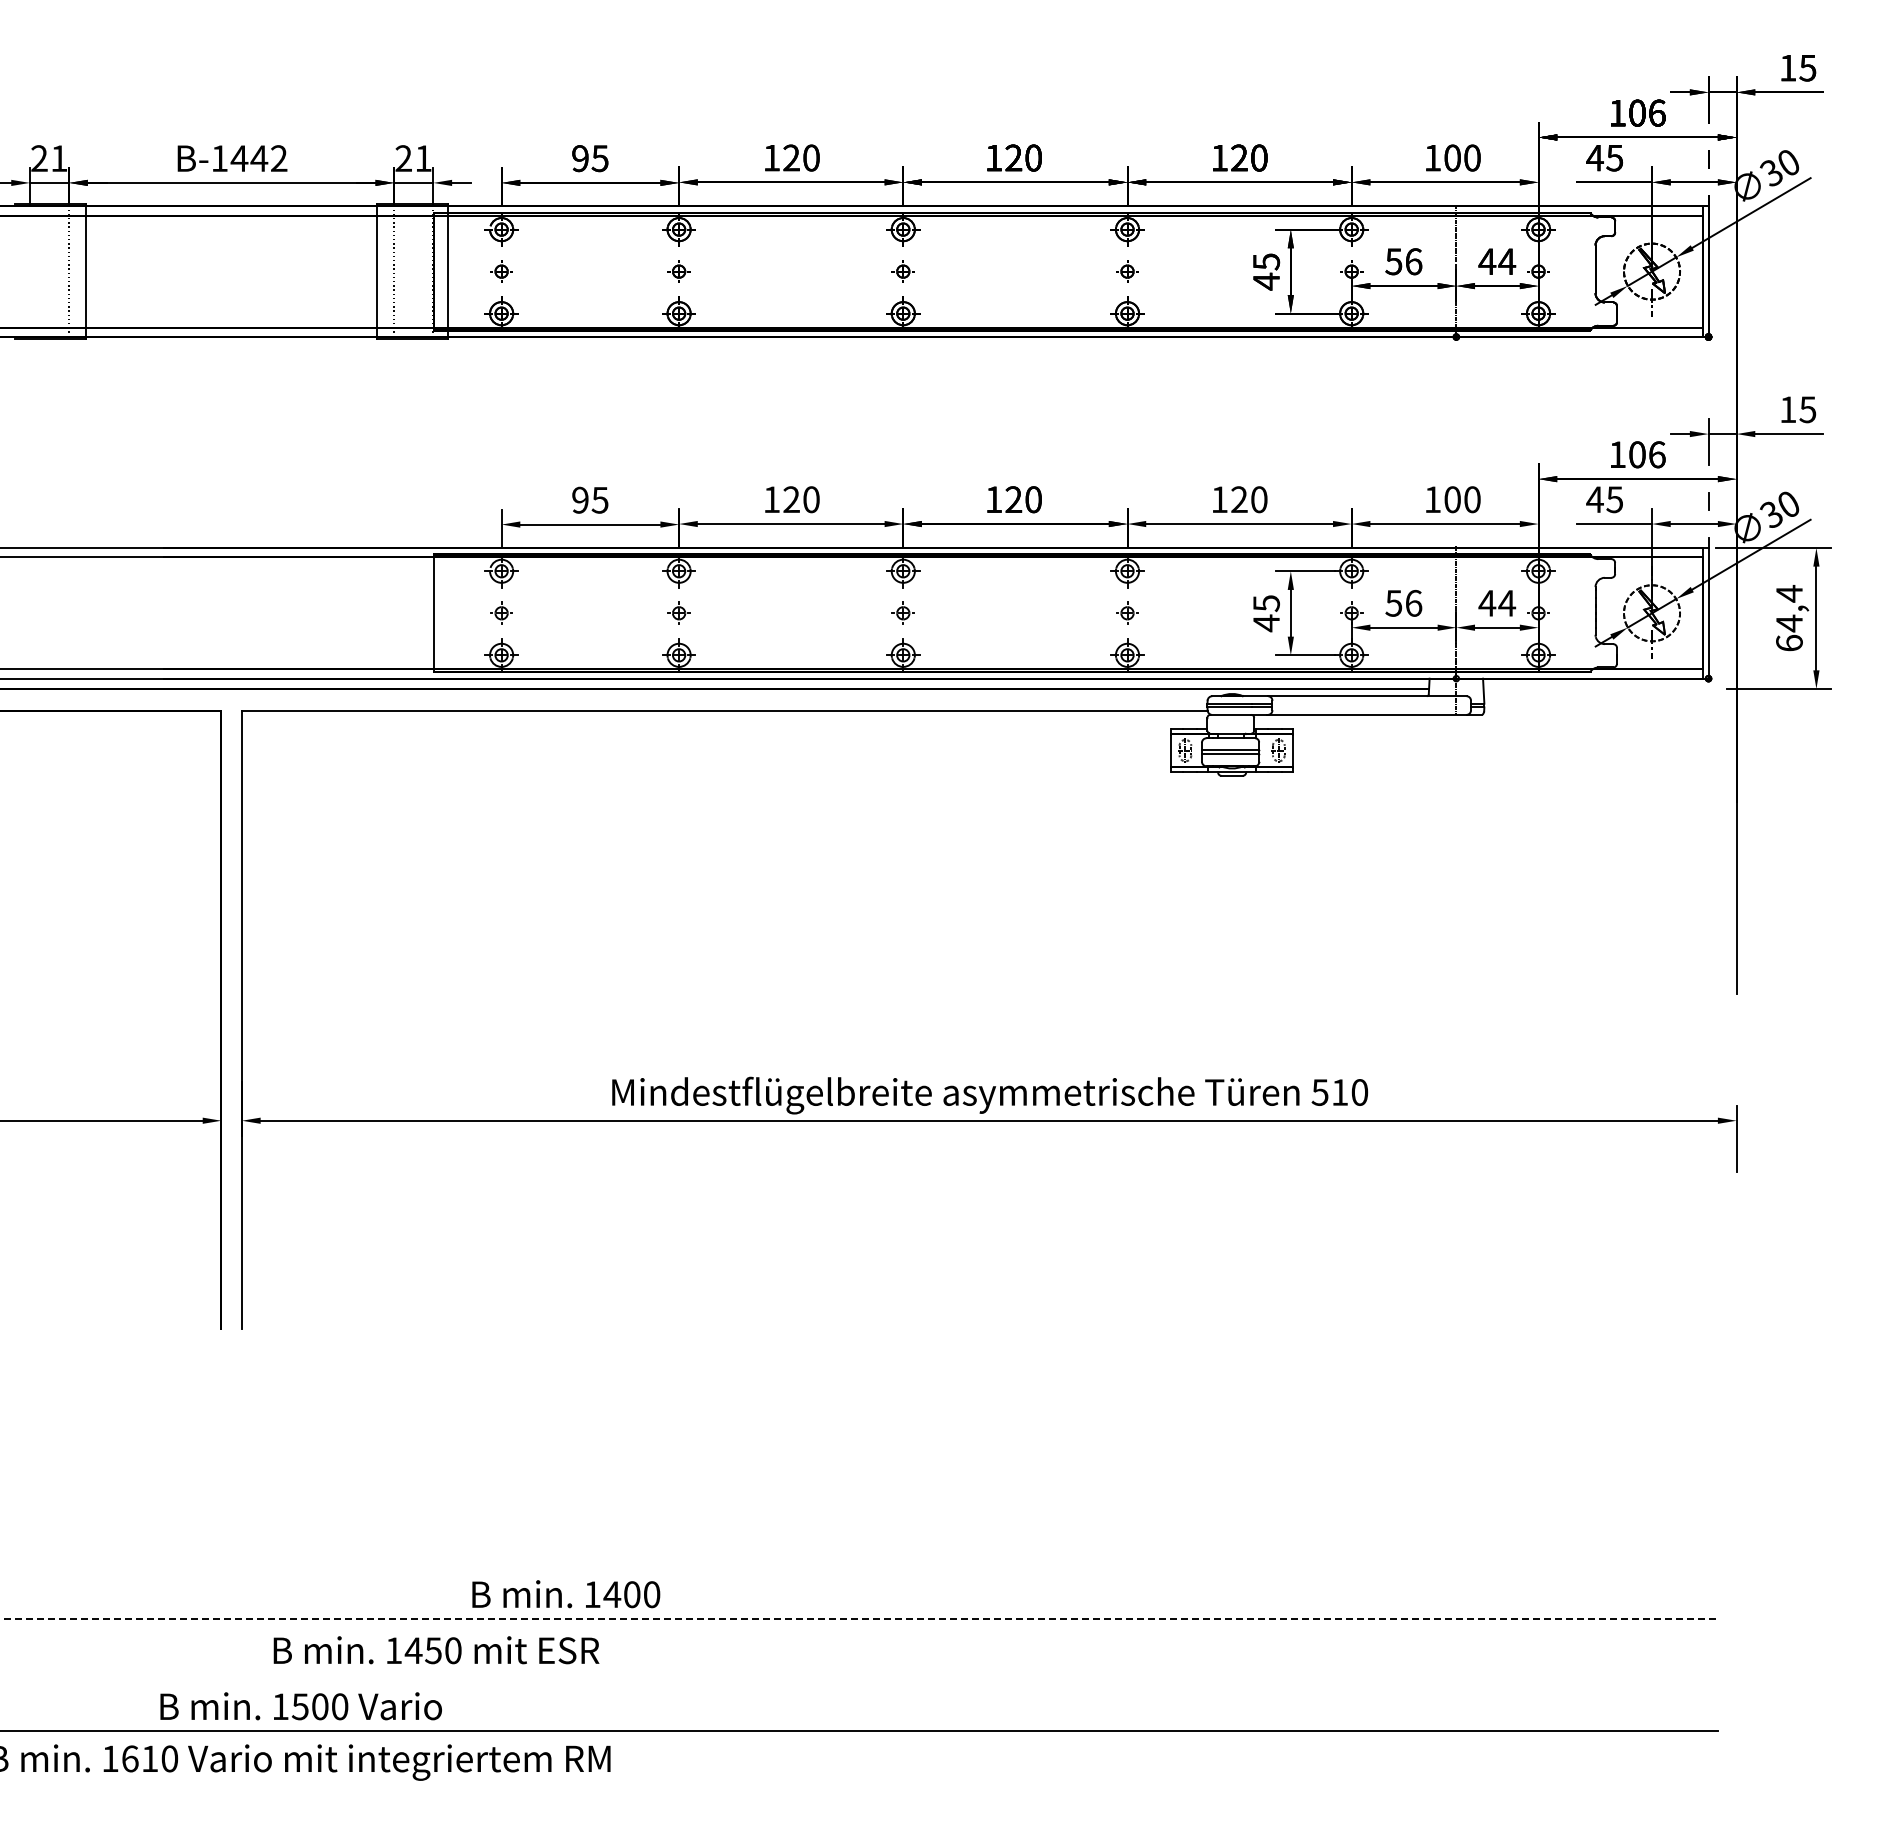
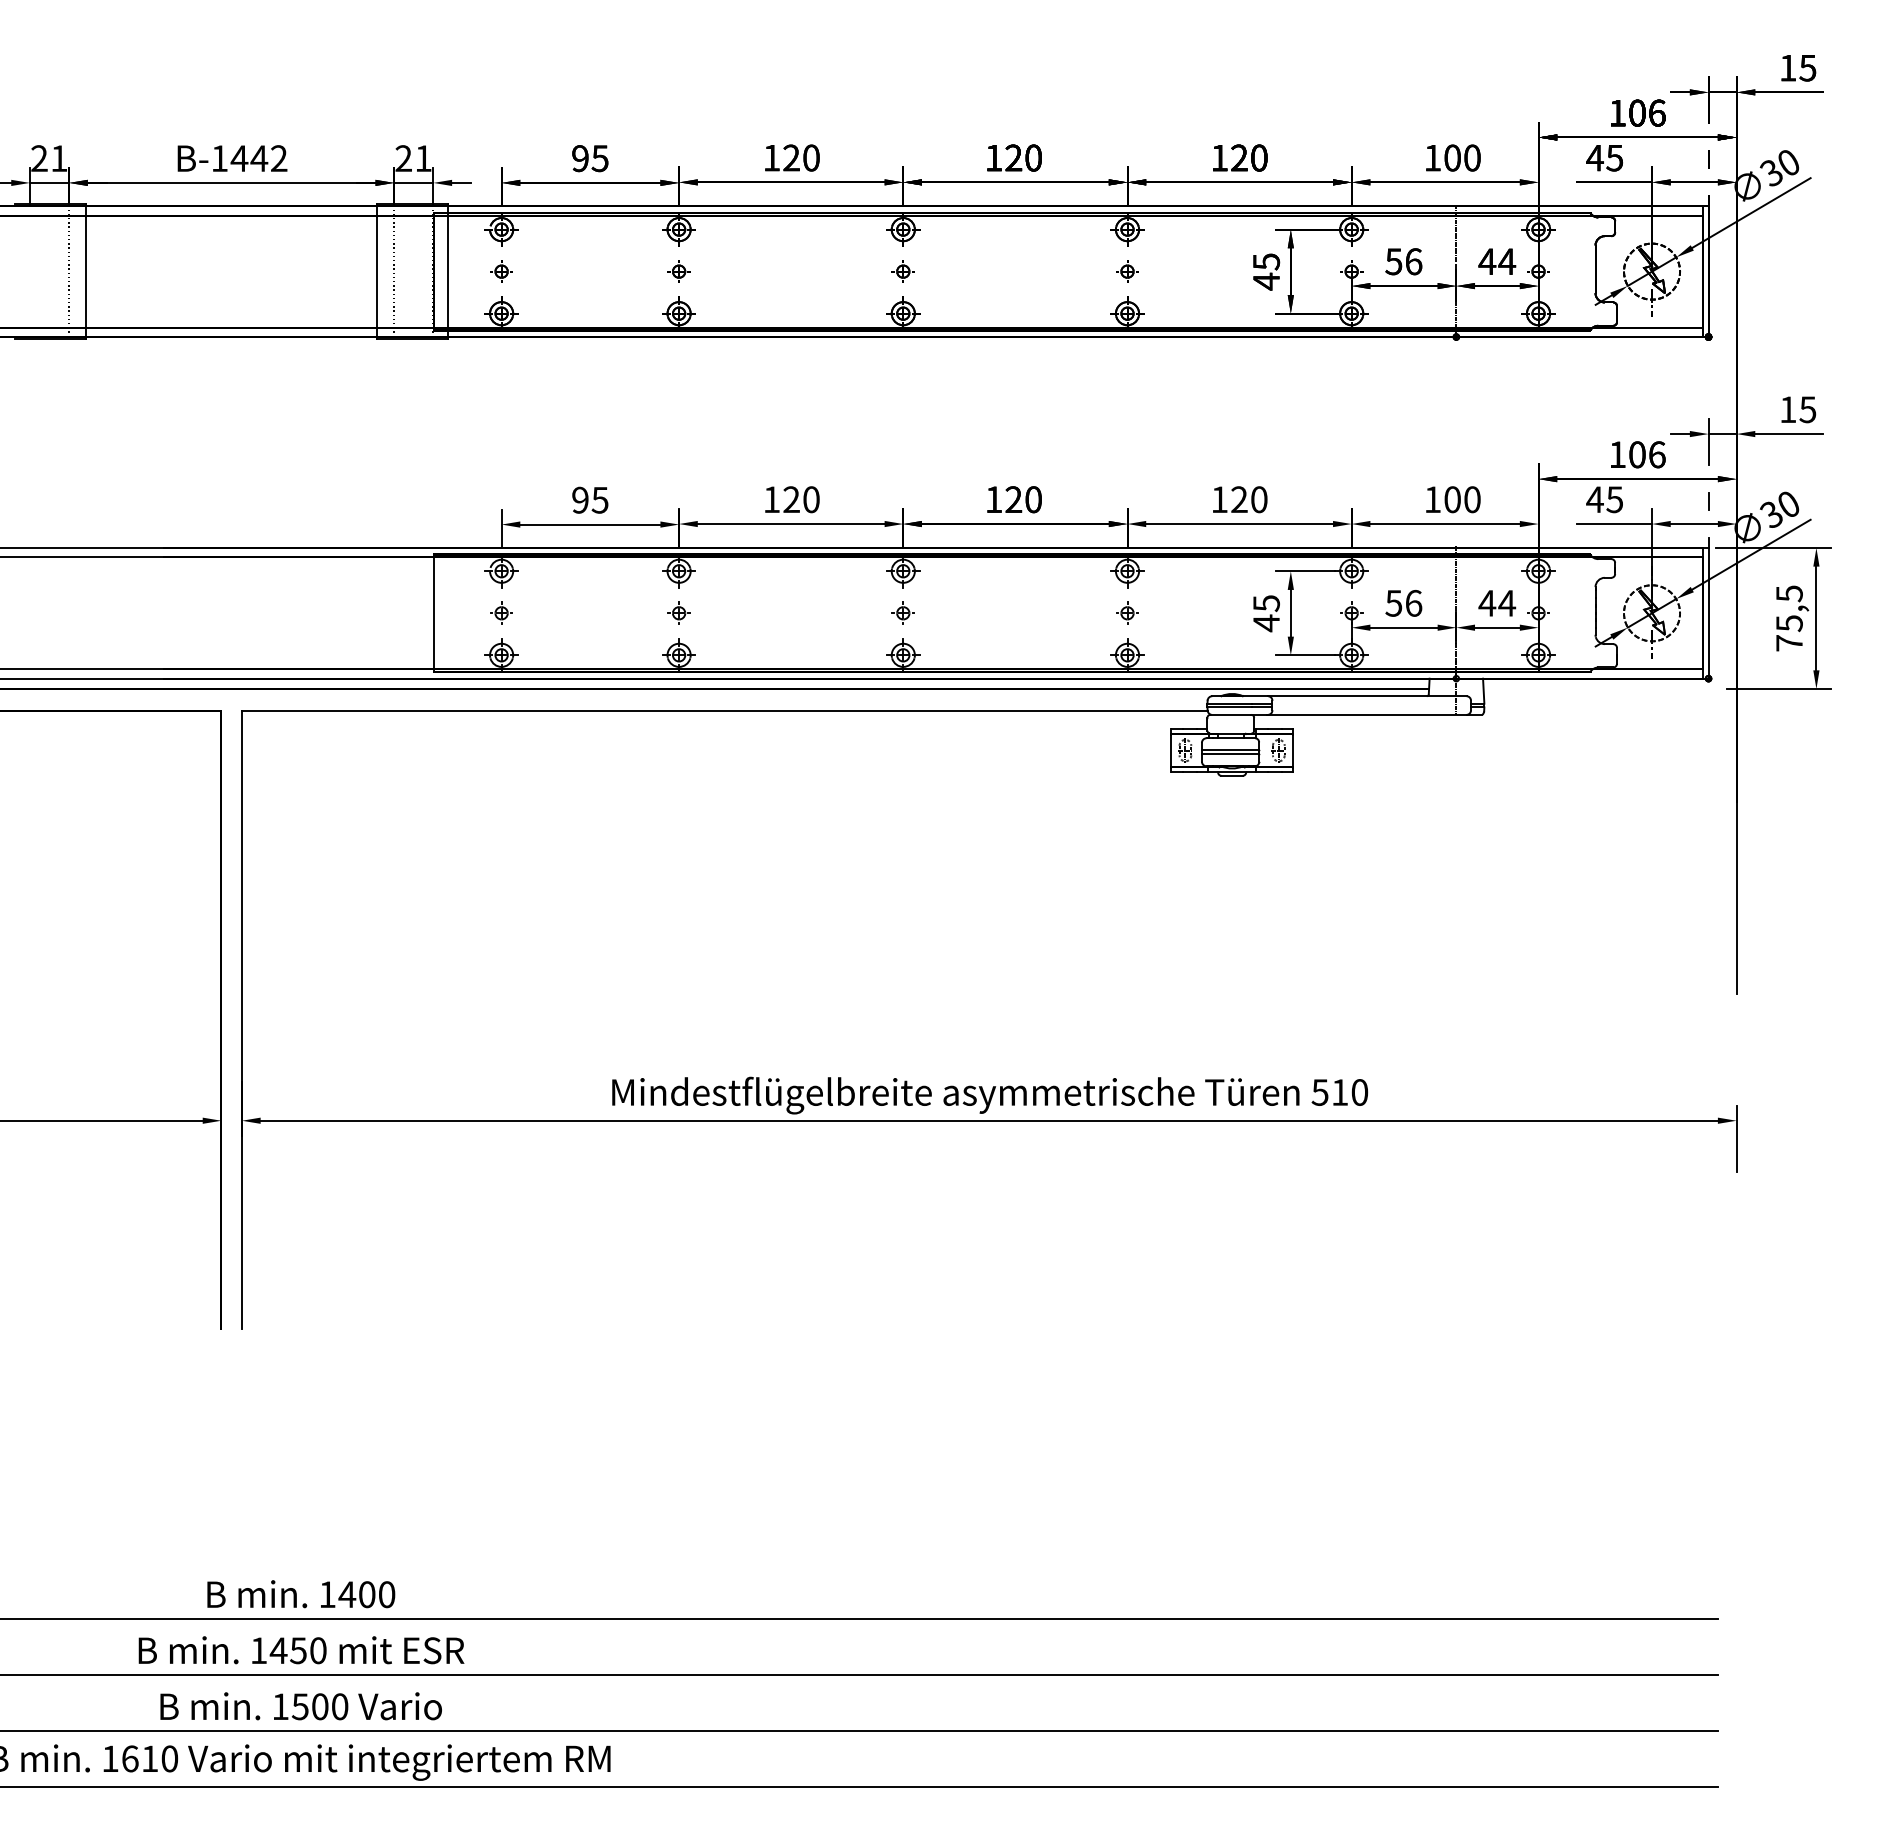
text at (1789, 618): 64,4 -> 75,5
text at (566, 1594) position: (566, 1594) -> (301, 1594)
line at (859, 1619): dashed -> solid
text at (436, 1650) position: (436, 1650) -> (301, 1650)
line at (859, 1675): none -> present
line at (859, 1787): none -> present
